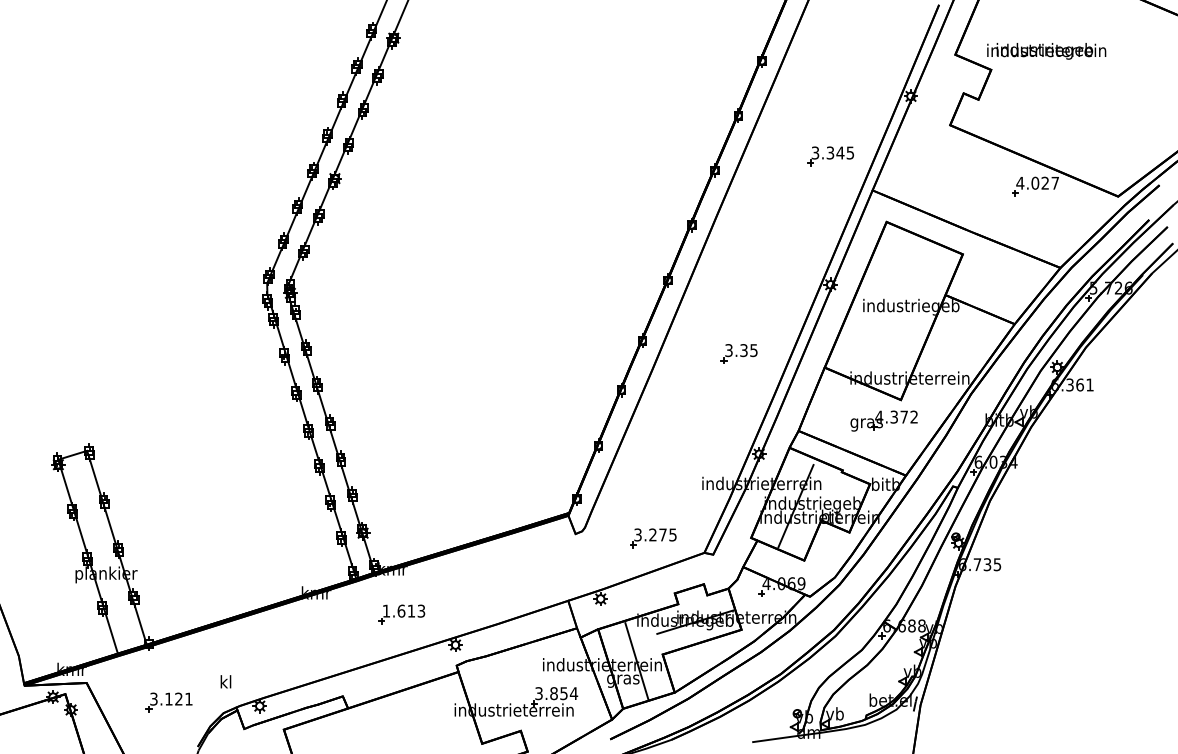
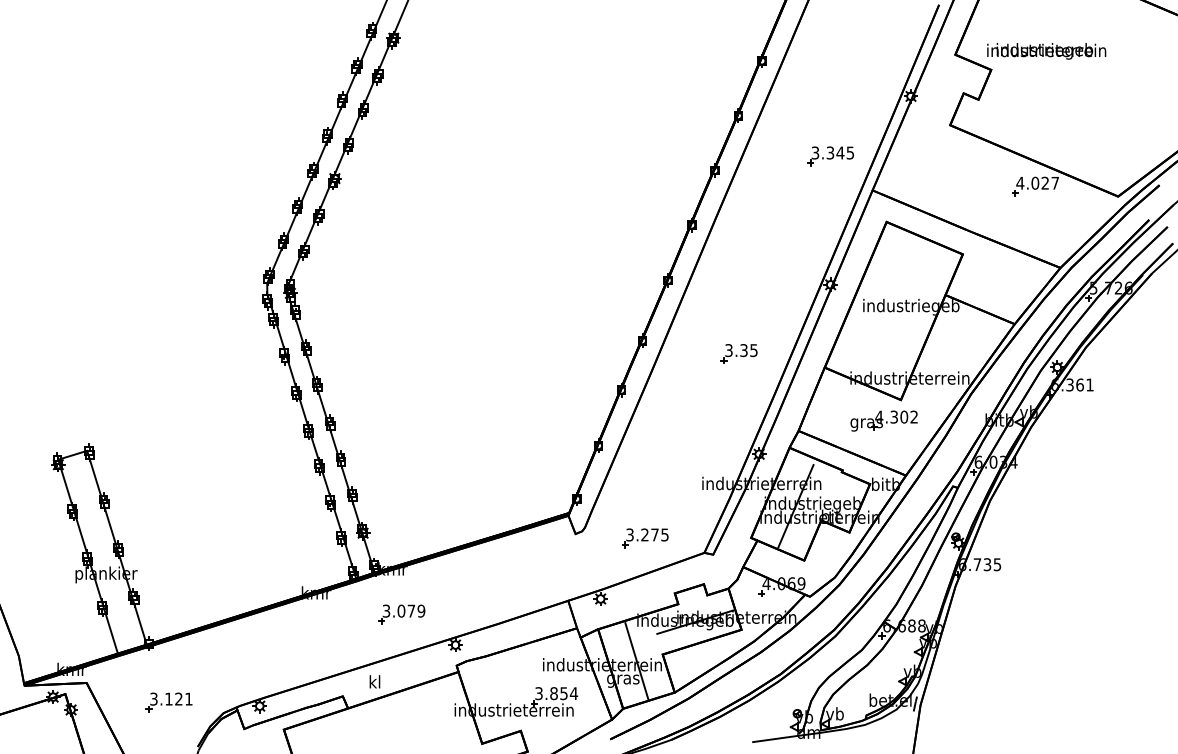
text at (904, 416): 4.372 -> 4.302
part at (653, 538) position: (653, 538) -> (645, 538)
text at (403, 610): 1.613 -> 3.079
text at (225, 681) position: (225, 681) -> (374, 681)
